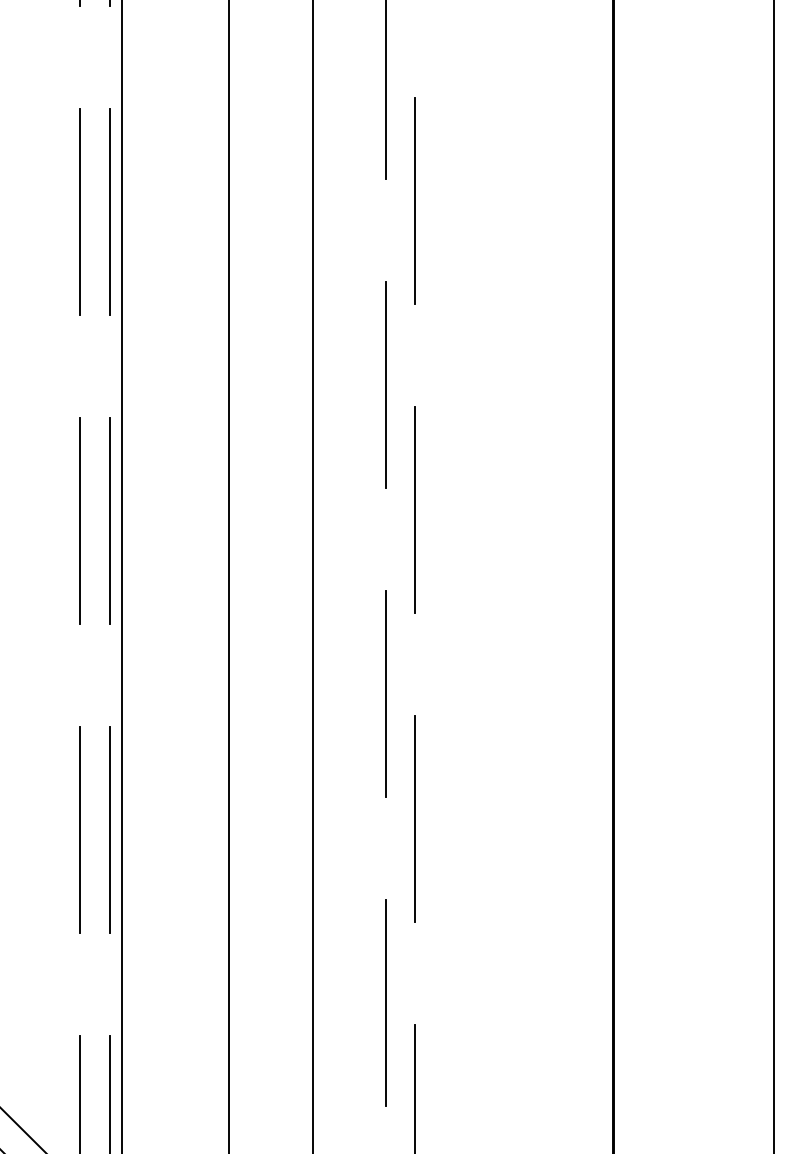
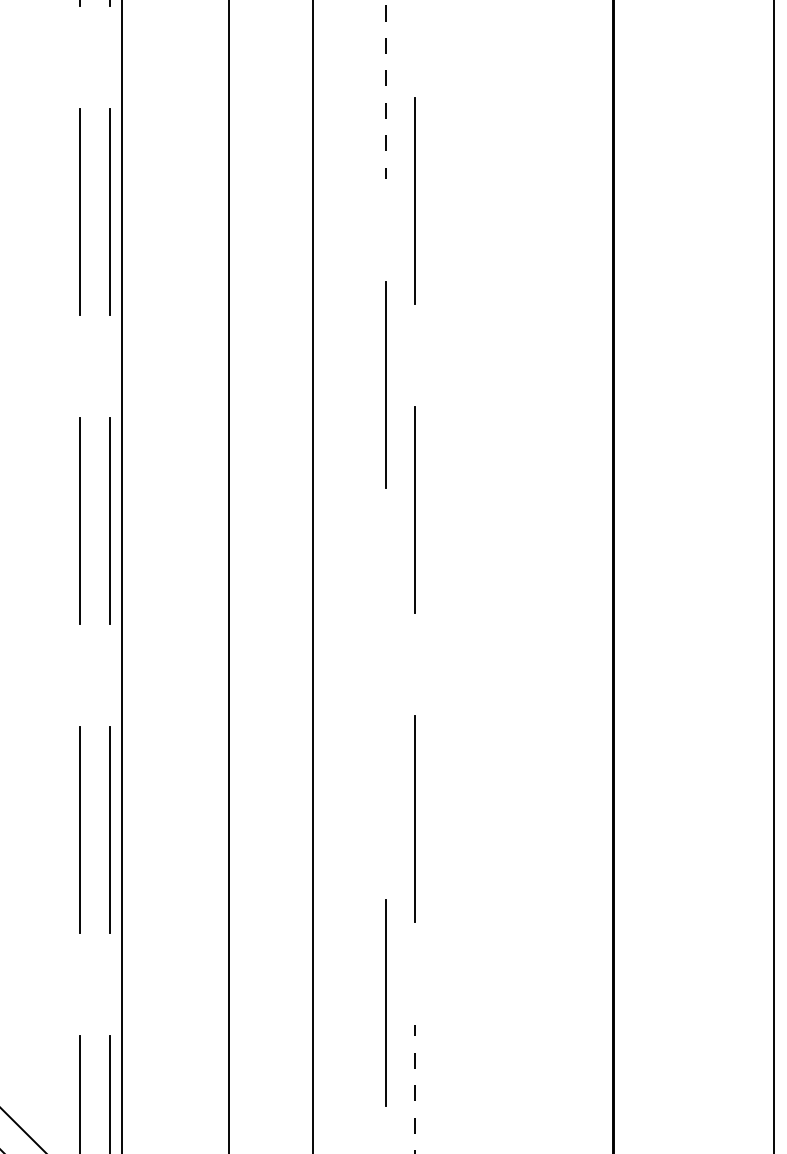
line at (385, 90): solid -> dashed
line at (385, 694): present -> none
line at (415, 1088): solid -> dashed
